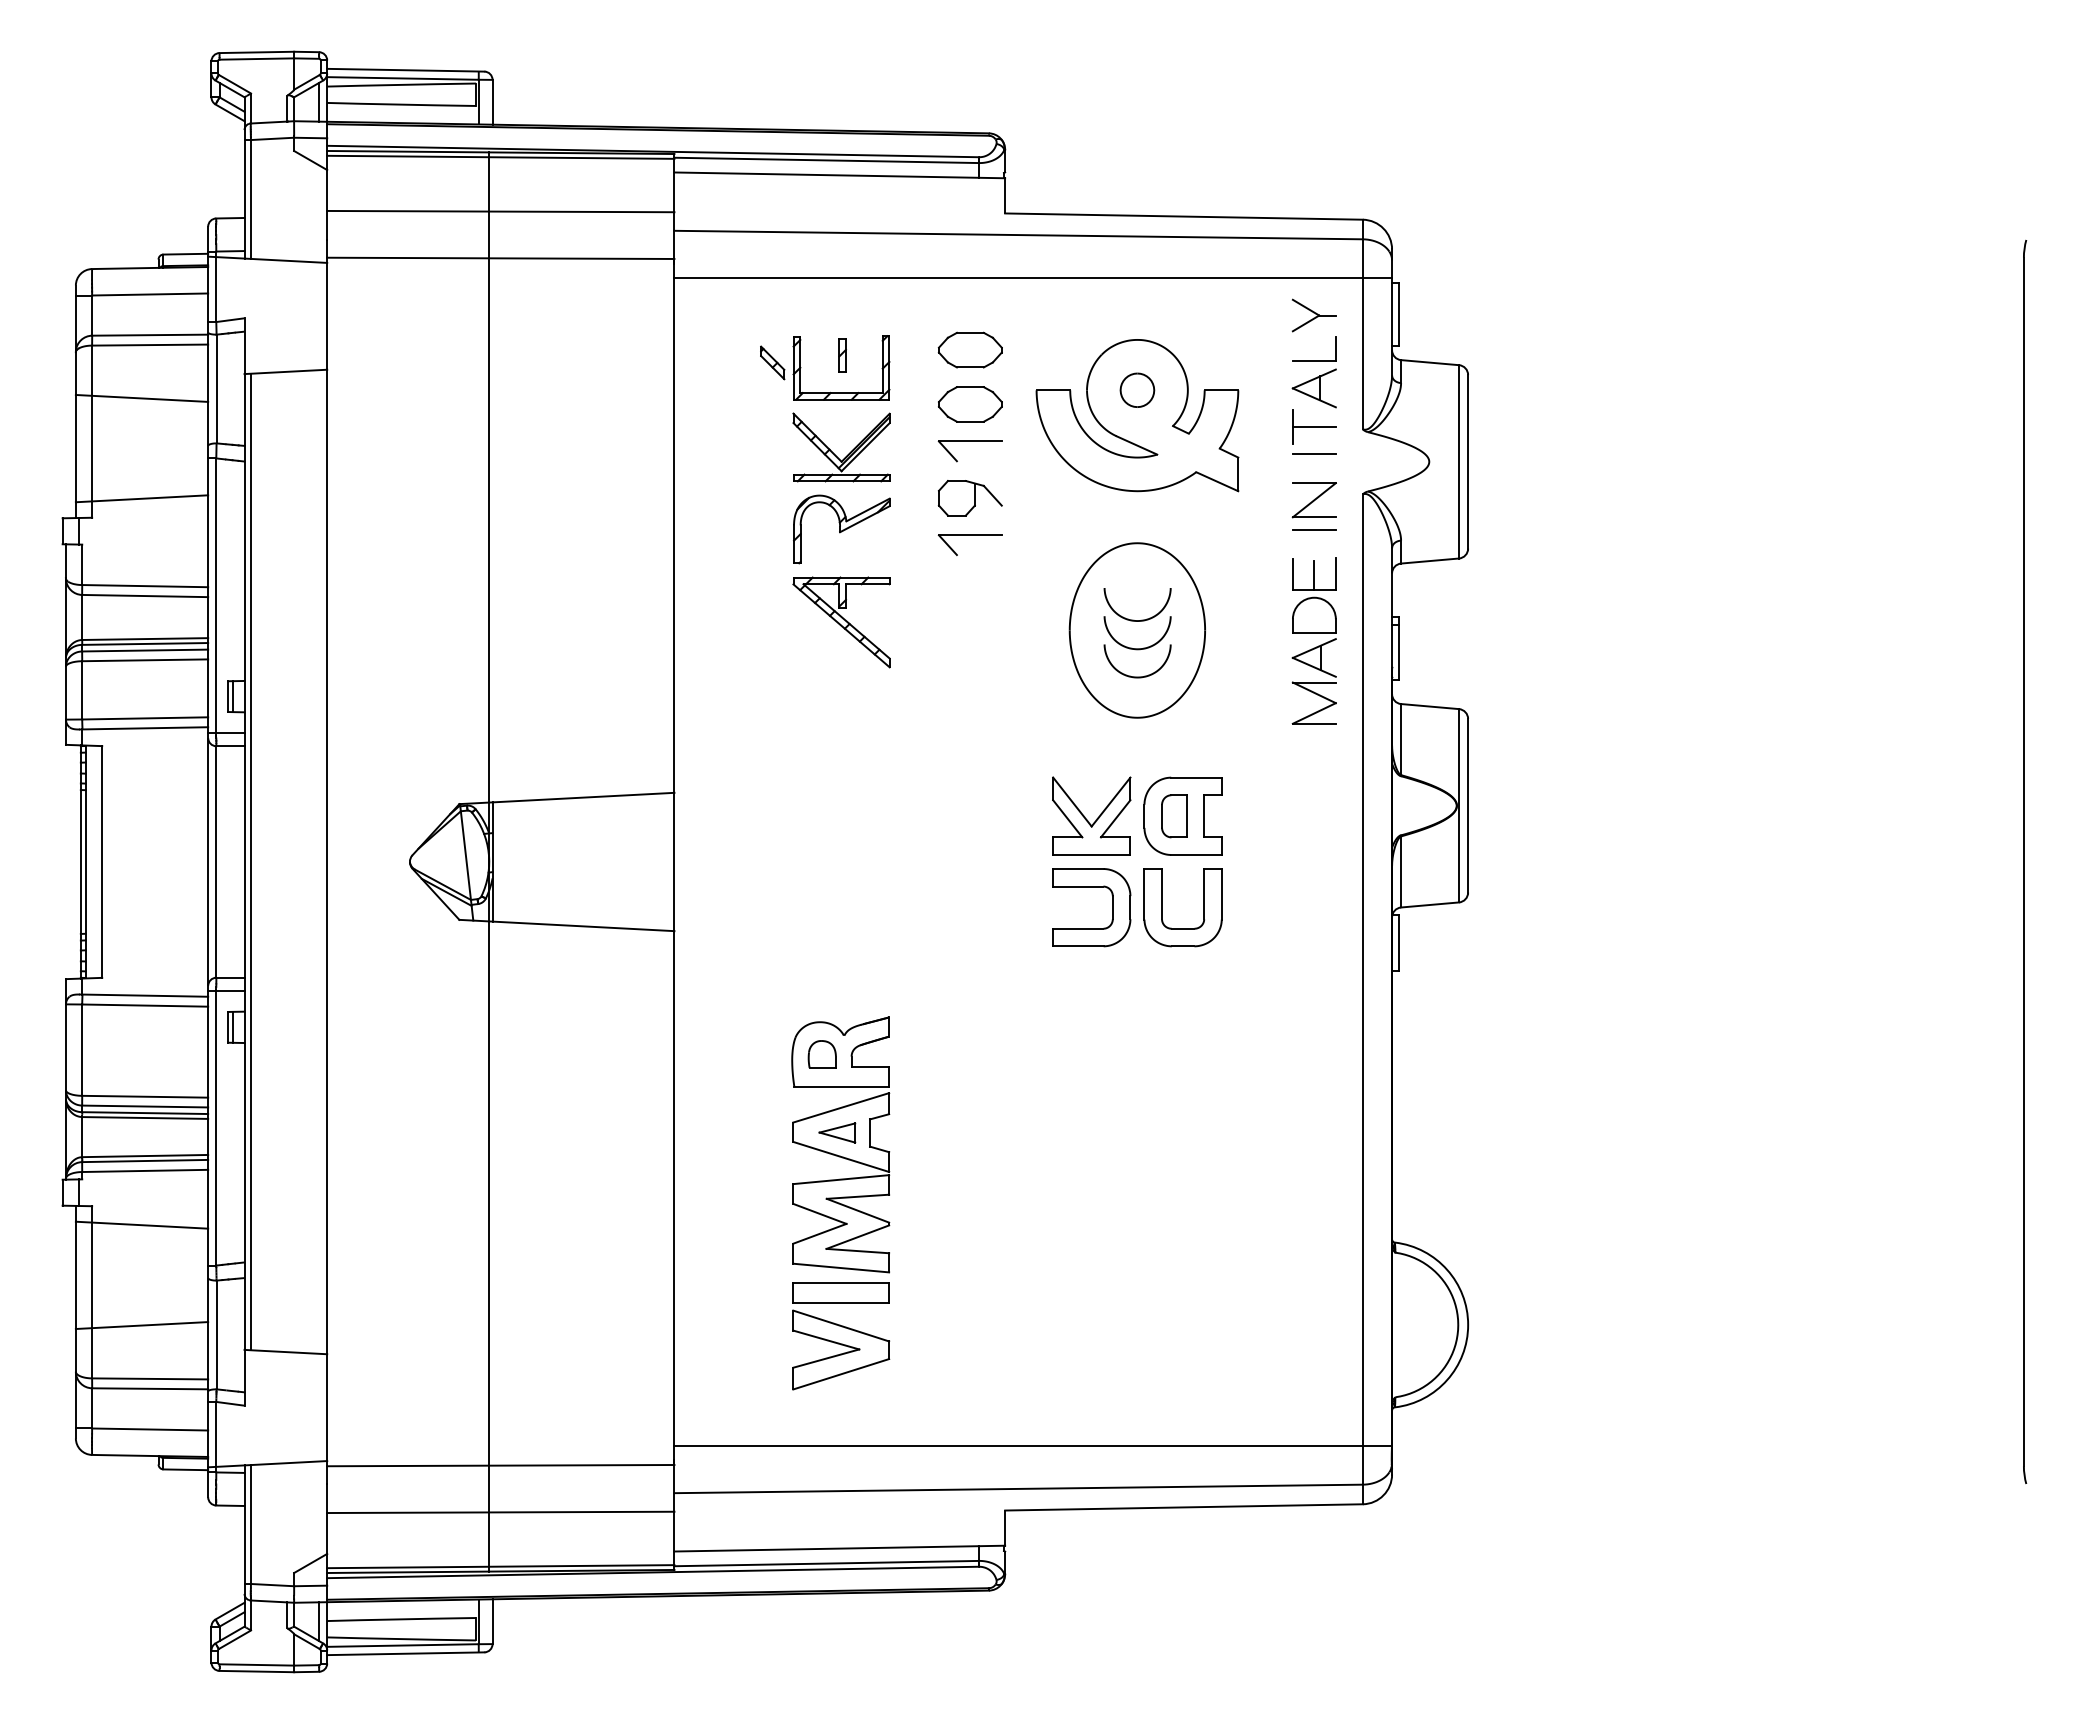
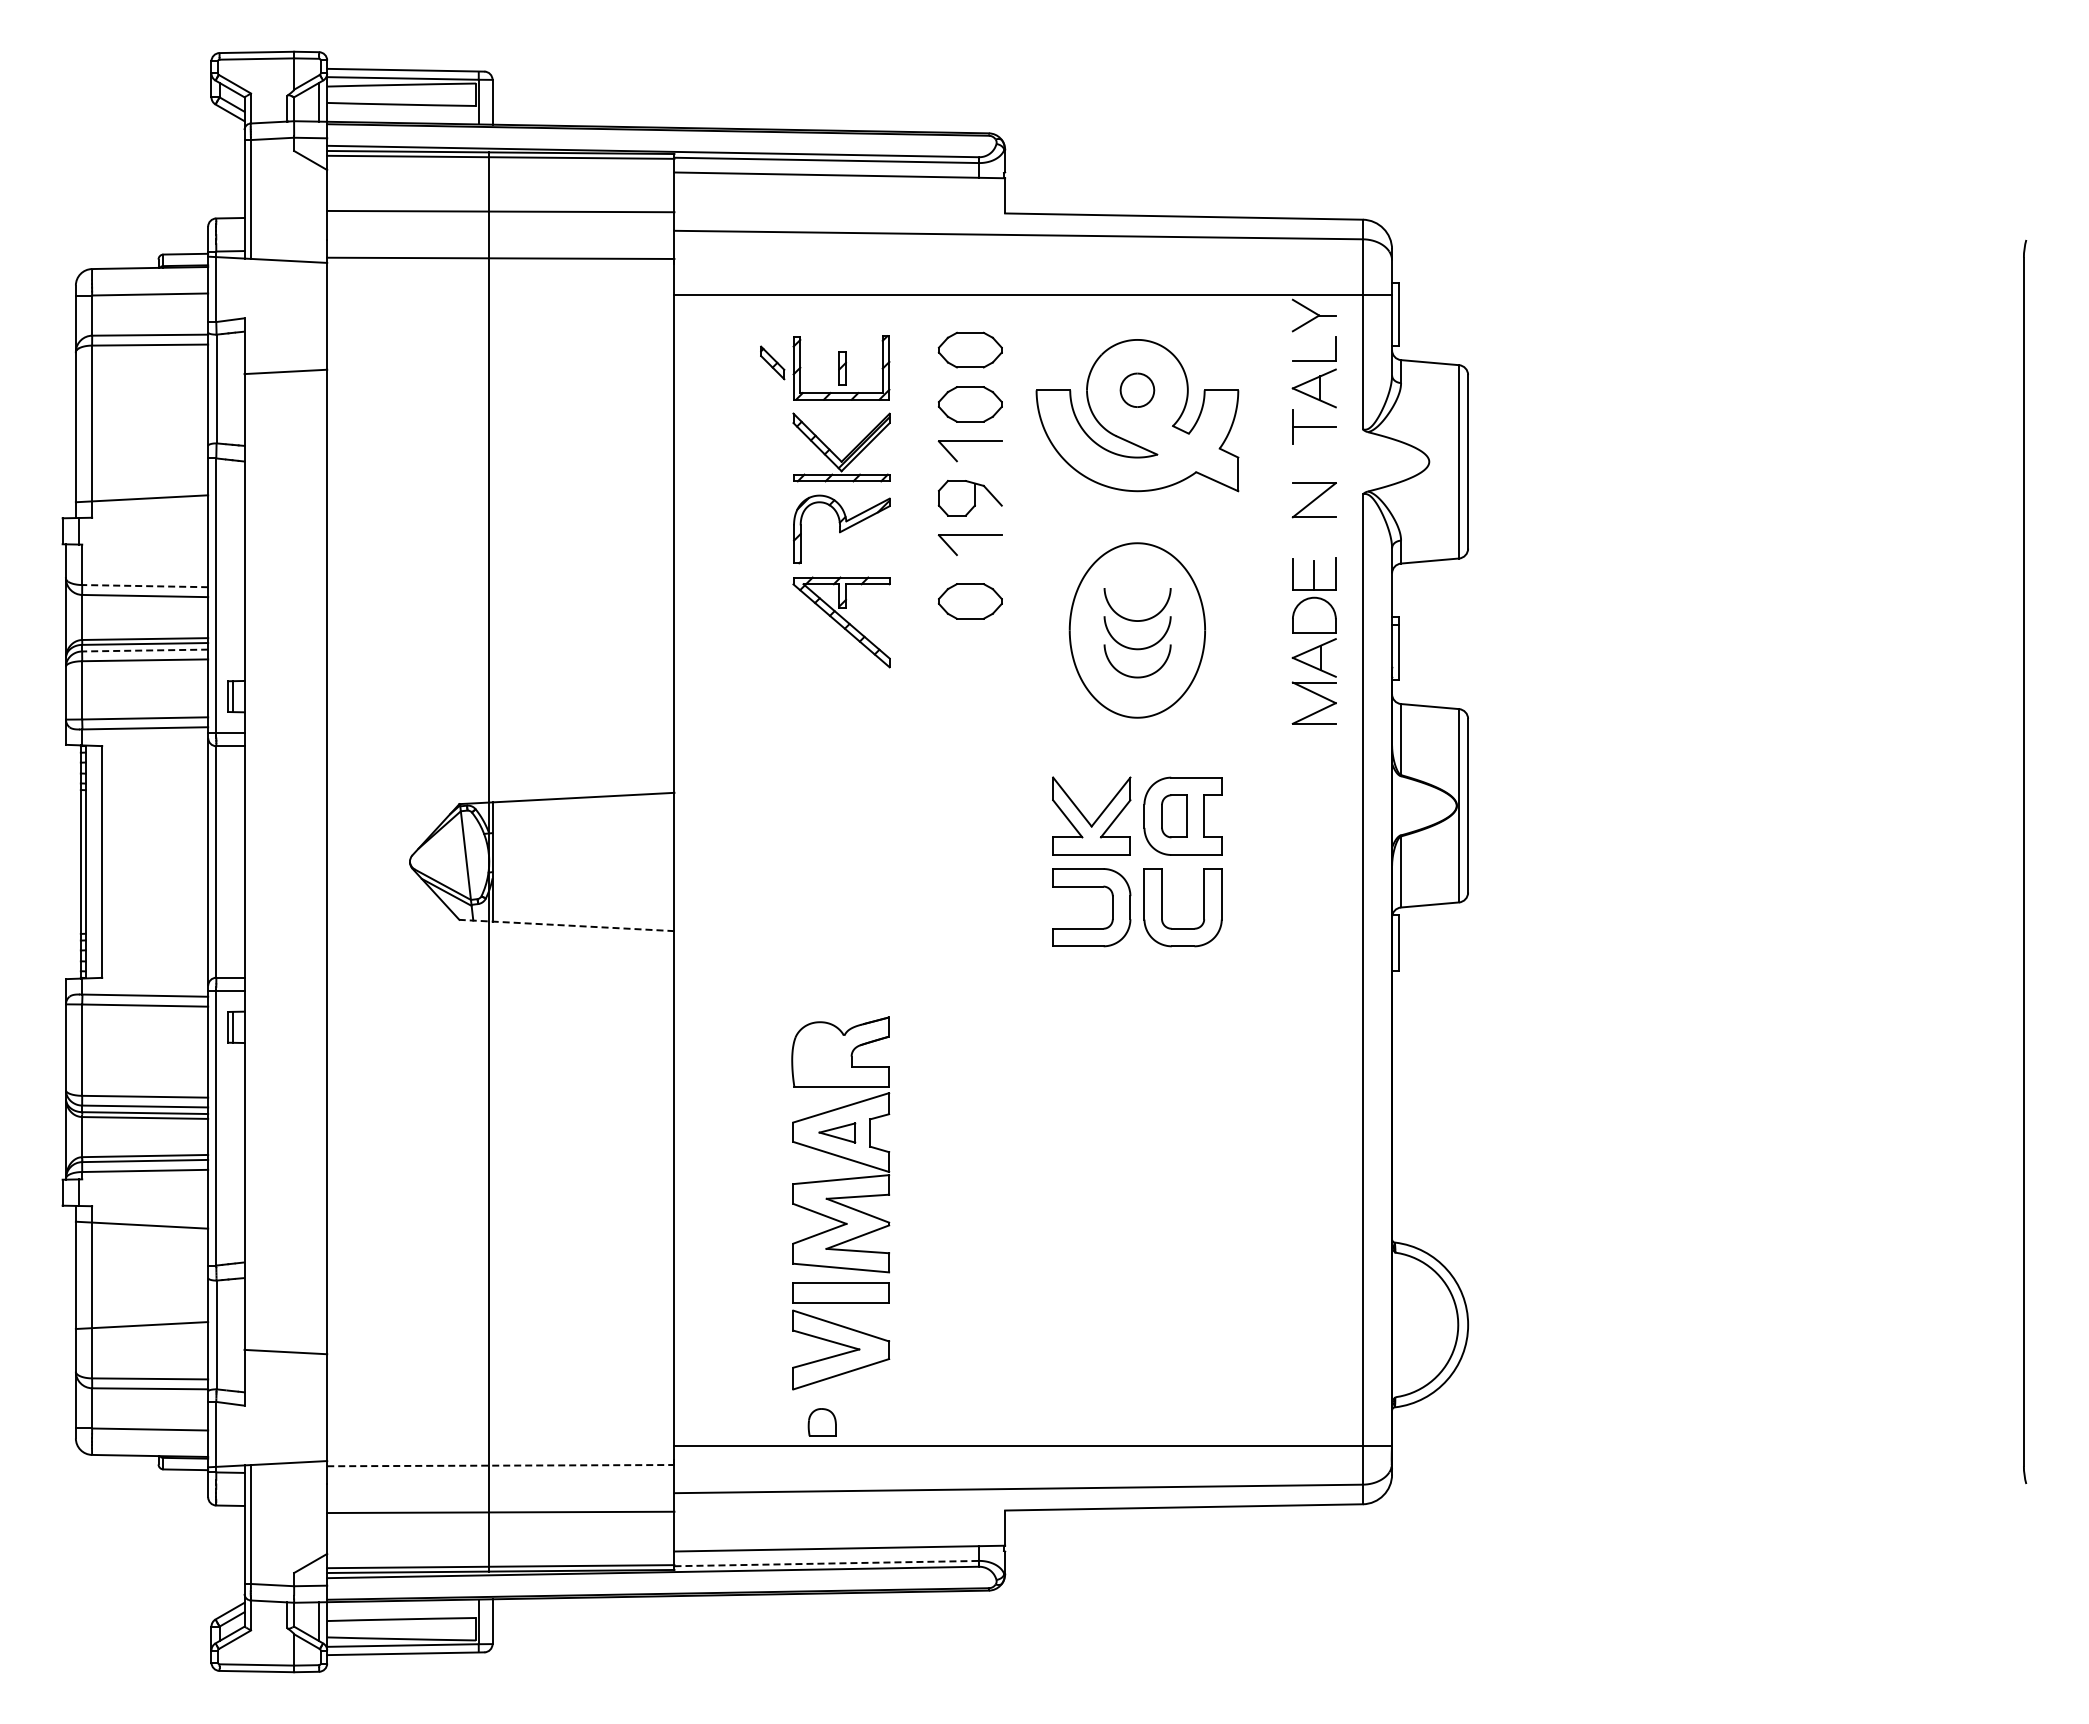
line at (1033, 277) position: (1033, 277) -> (1033, 294)
part at (842, 355) position: (842, 355) -> (842, 368)
line at (141, 397): present -> none
line at (1313, 453): present -> none
line at (1313, 530): present -> none
line at (145, 586): solid -> dashed
part at (970, 601): none -> present
line at (145, 650): solid -> dashed
line at (250, 861): present -> none
line at (566, 925): solid -> dashed
part at (821, 1054) position: (821, 1054) -> (821, 1422)
line at (500, 1465): solid -> dashed
line at (827, 1563): solid -> dashed
